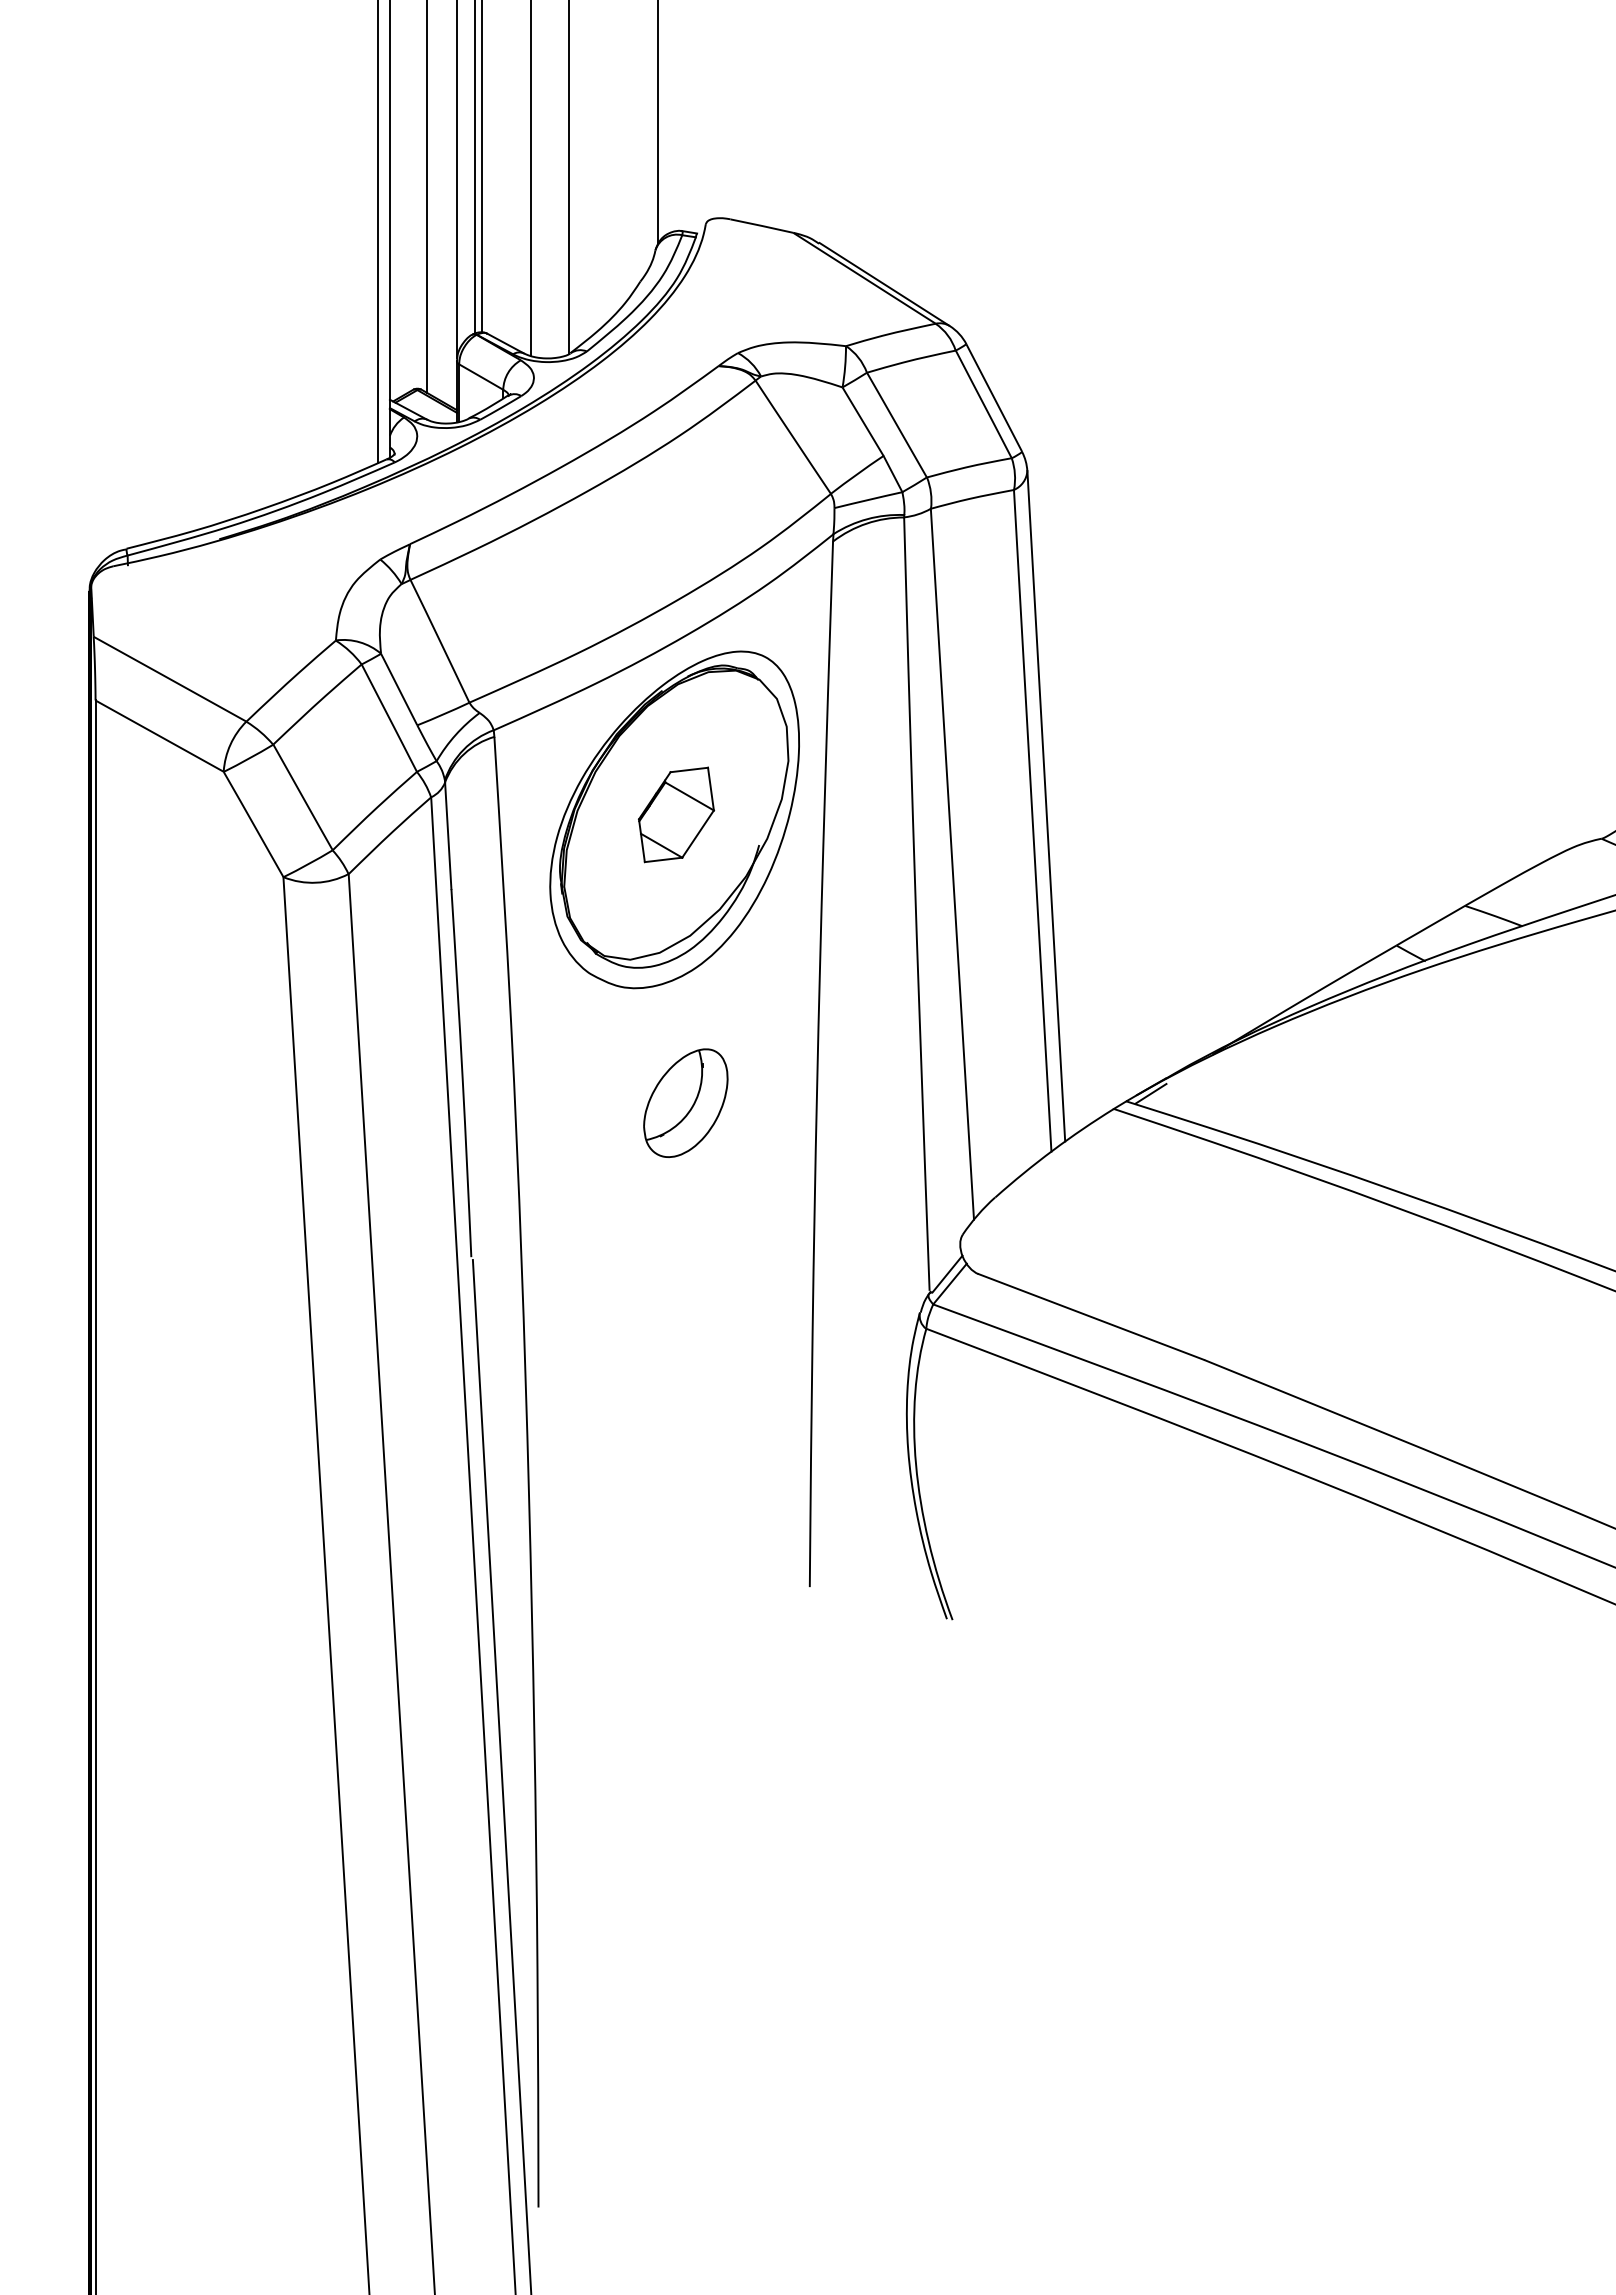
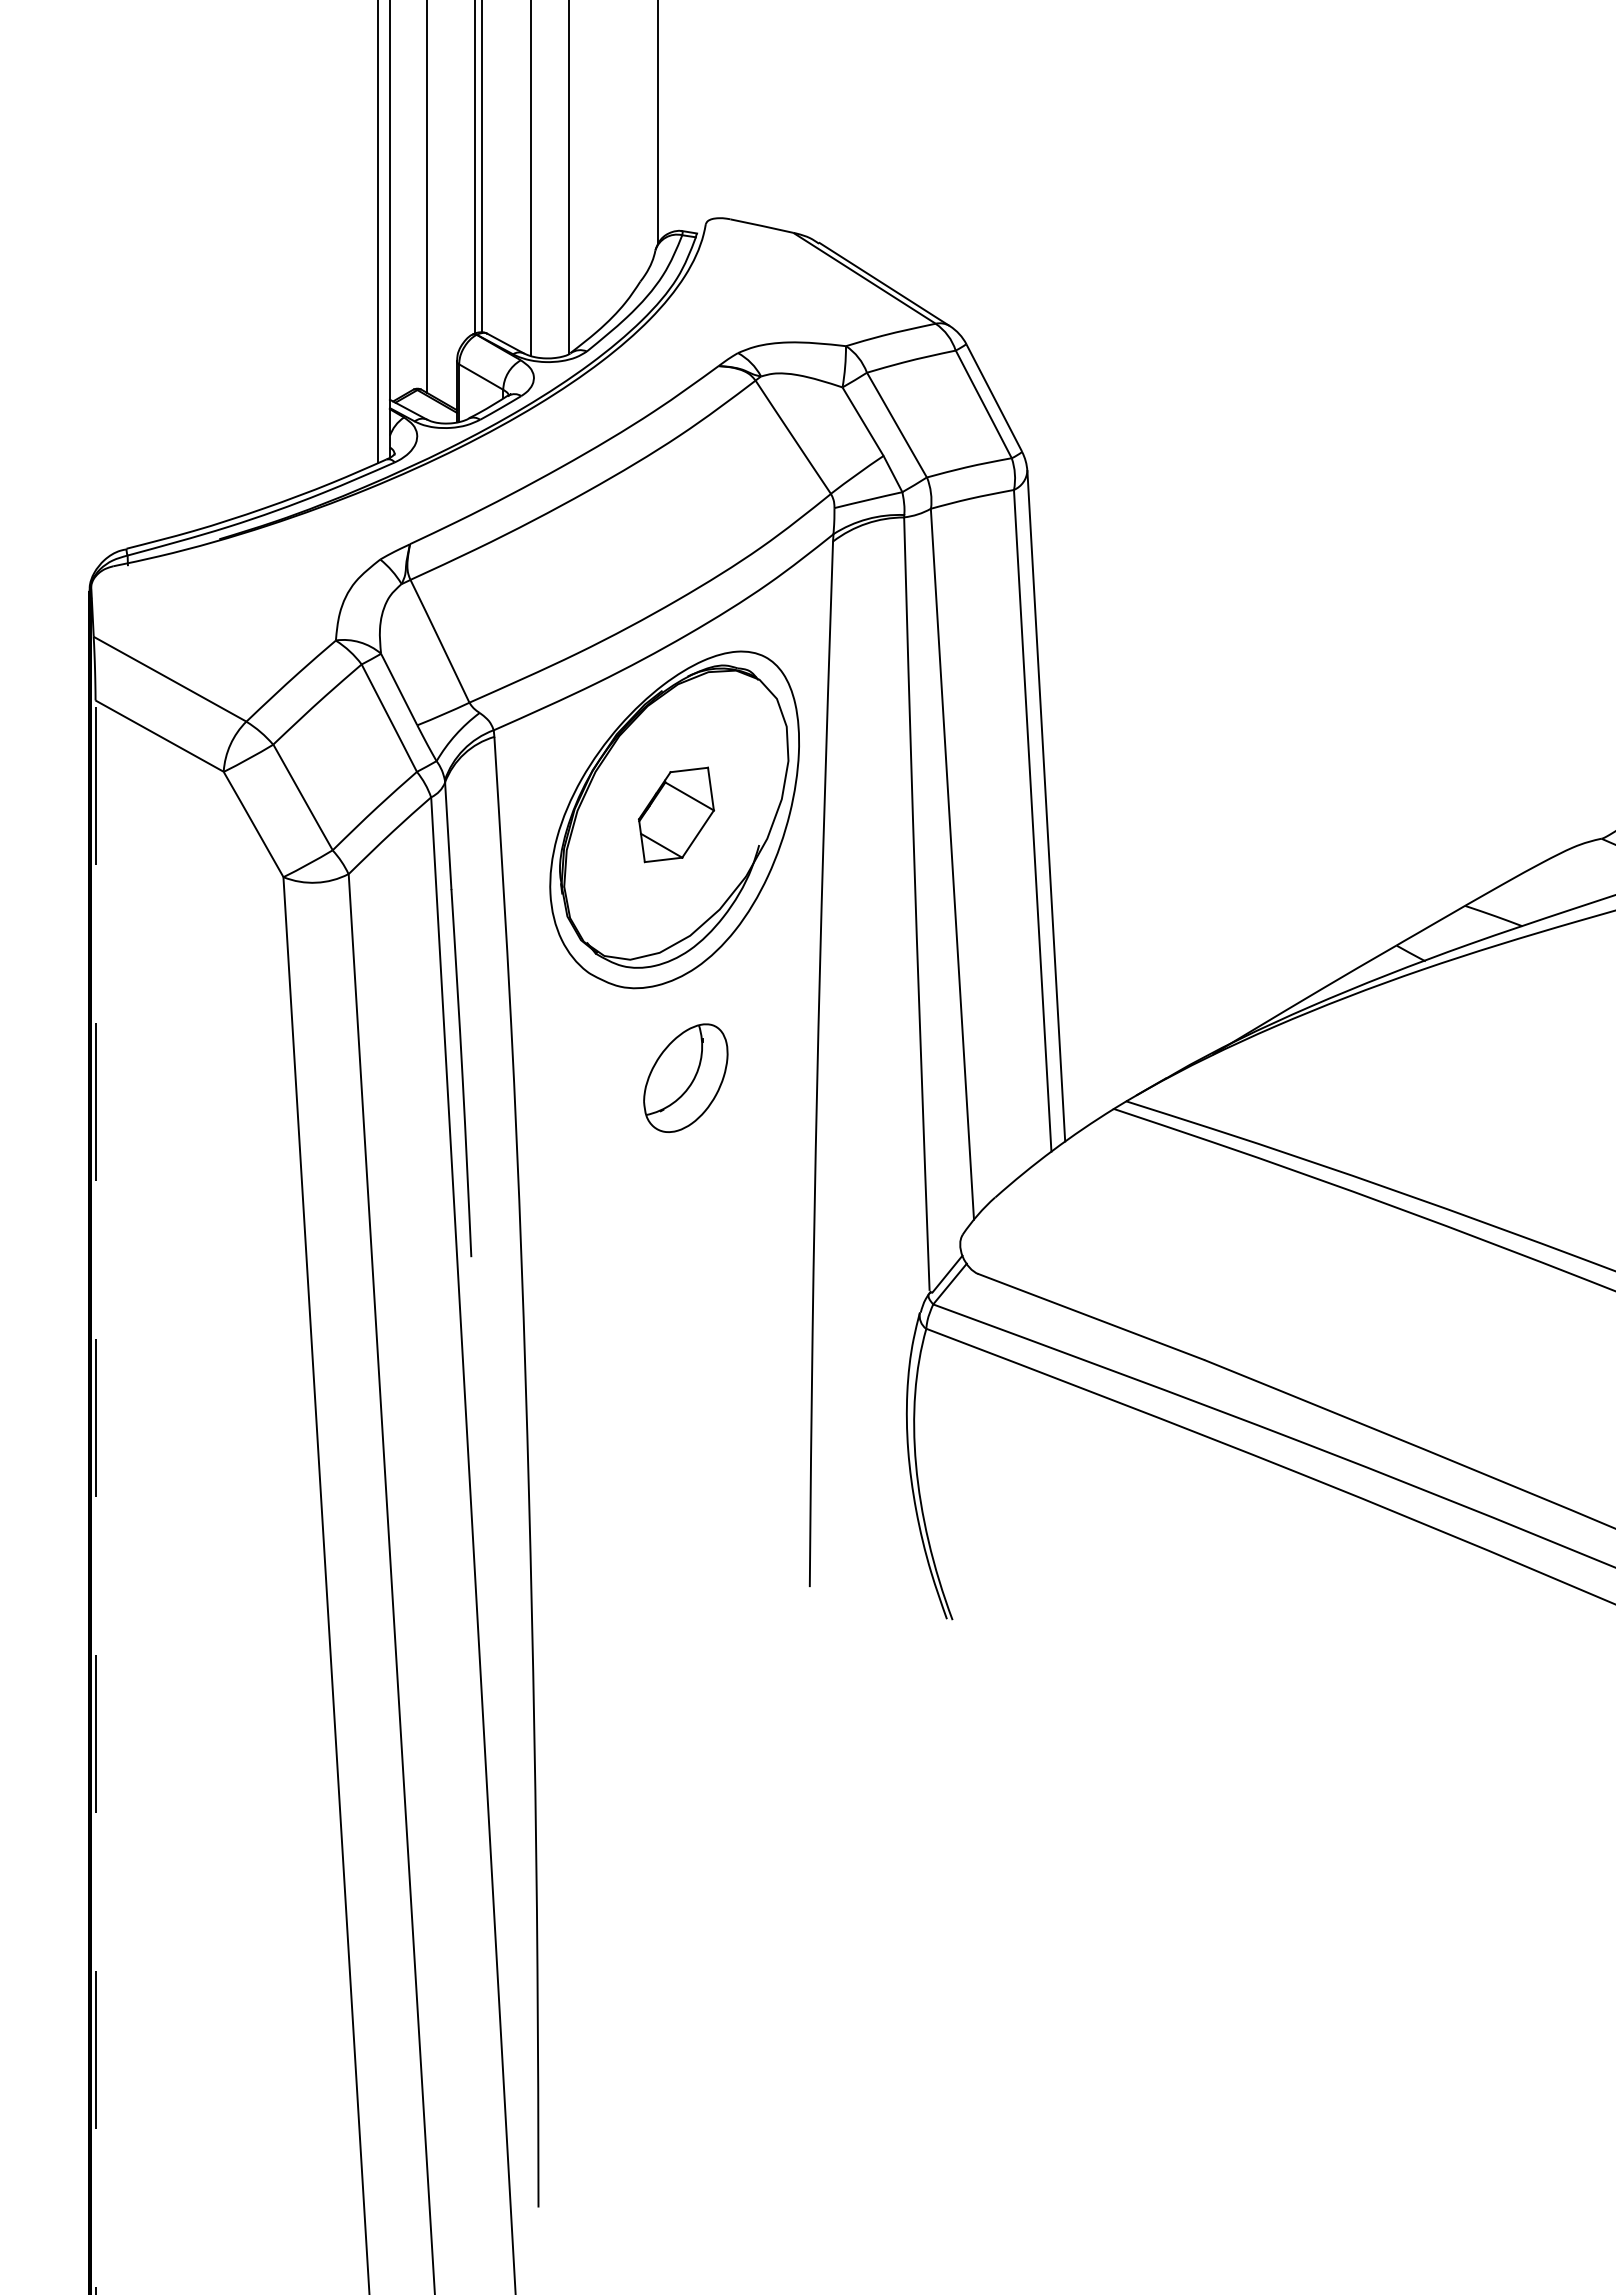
line at (457, 180): present -> none
line at (1150, 1093): present -> none
part at (685, 1102) position: (685, 1102) -> (685, 1077)
line at (95, 1497): solid -> dashed
line at (501, 1775): present -> none
